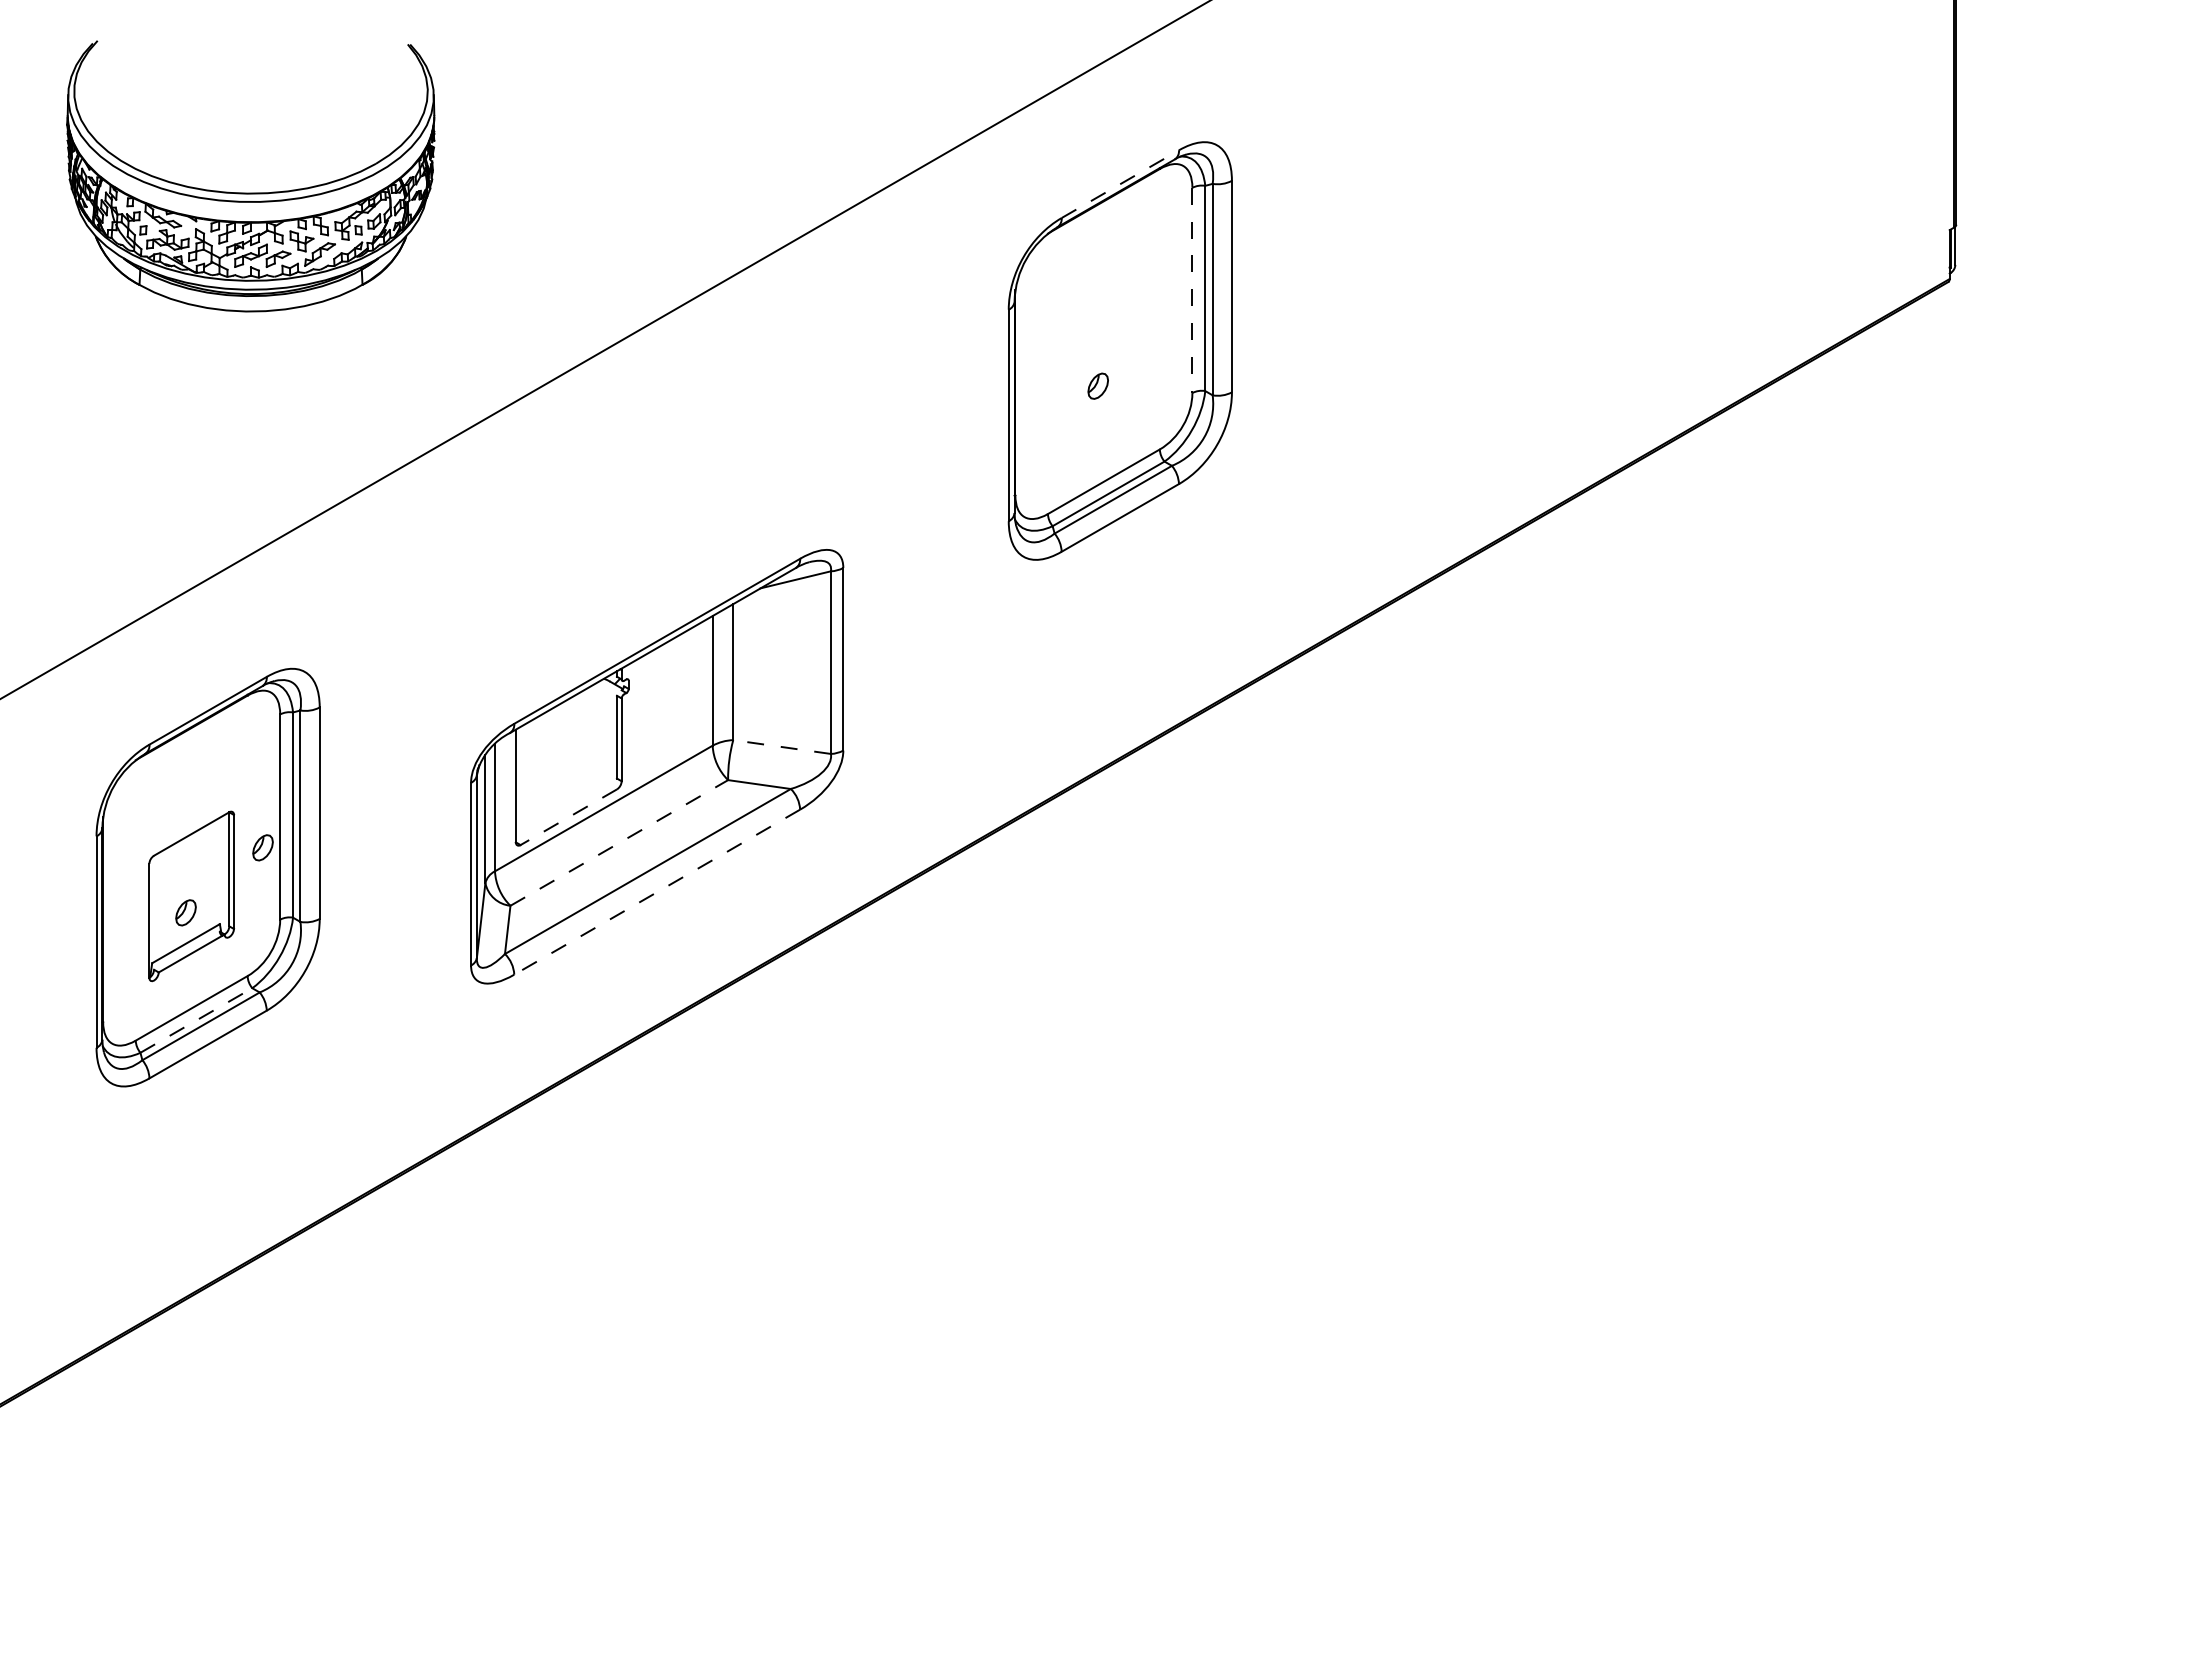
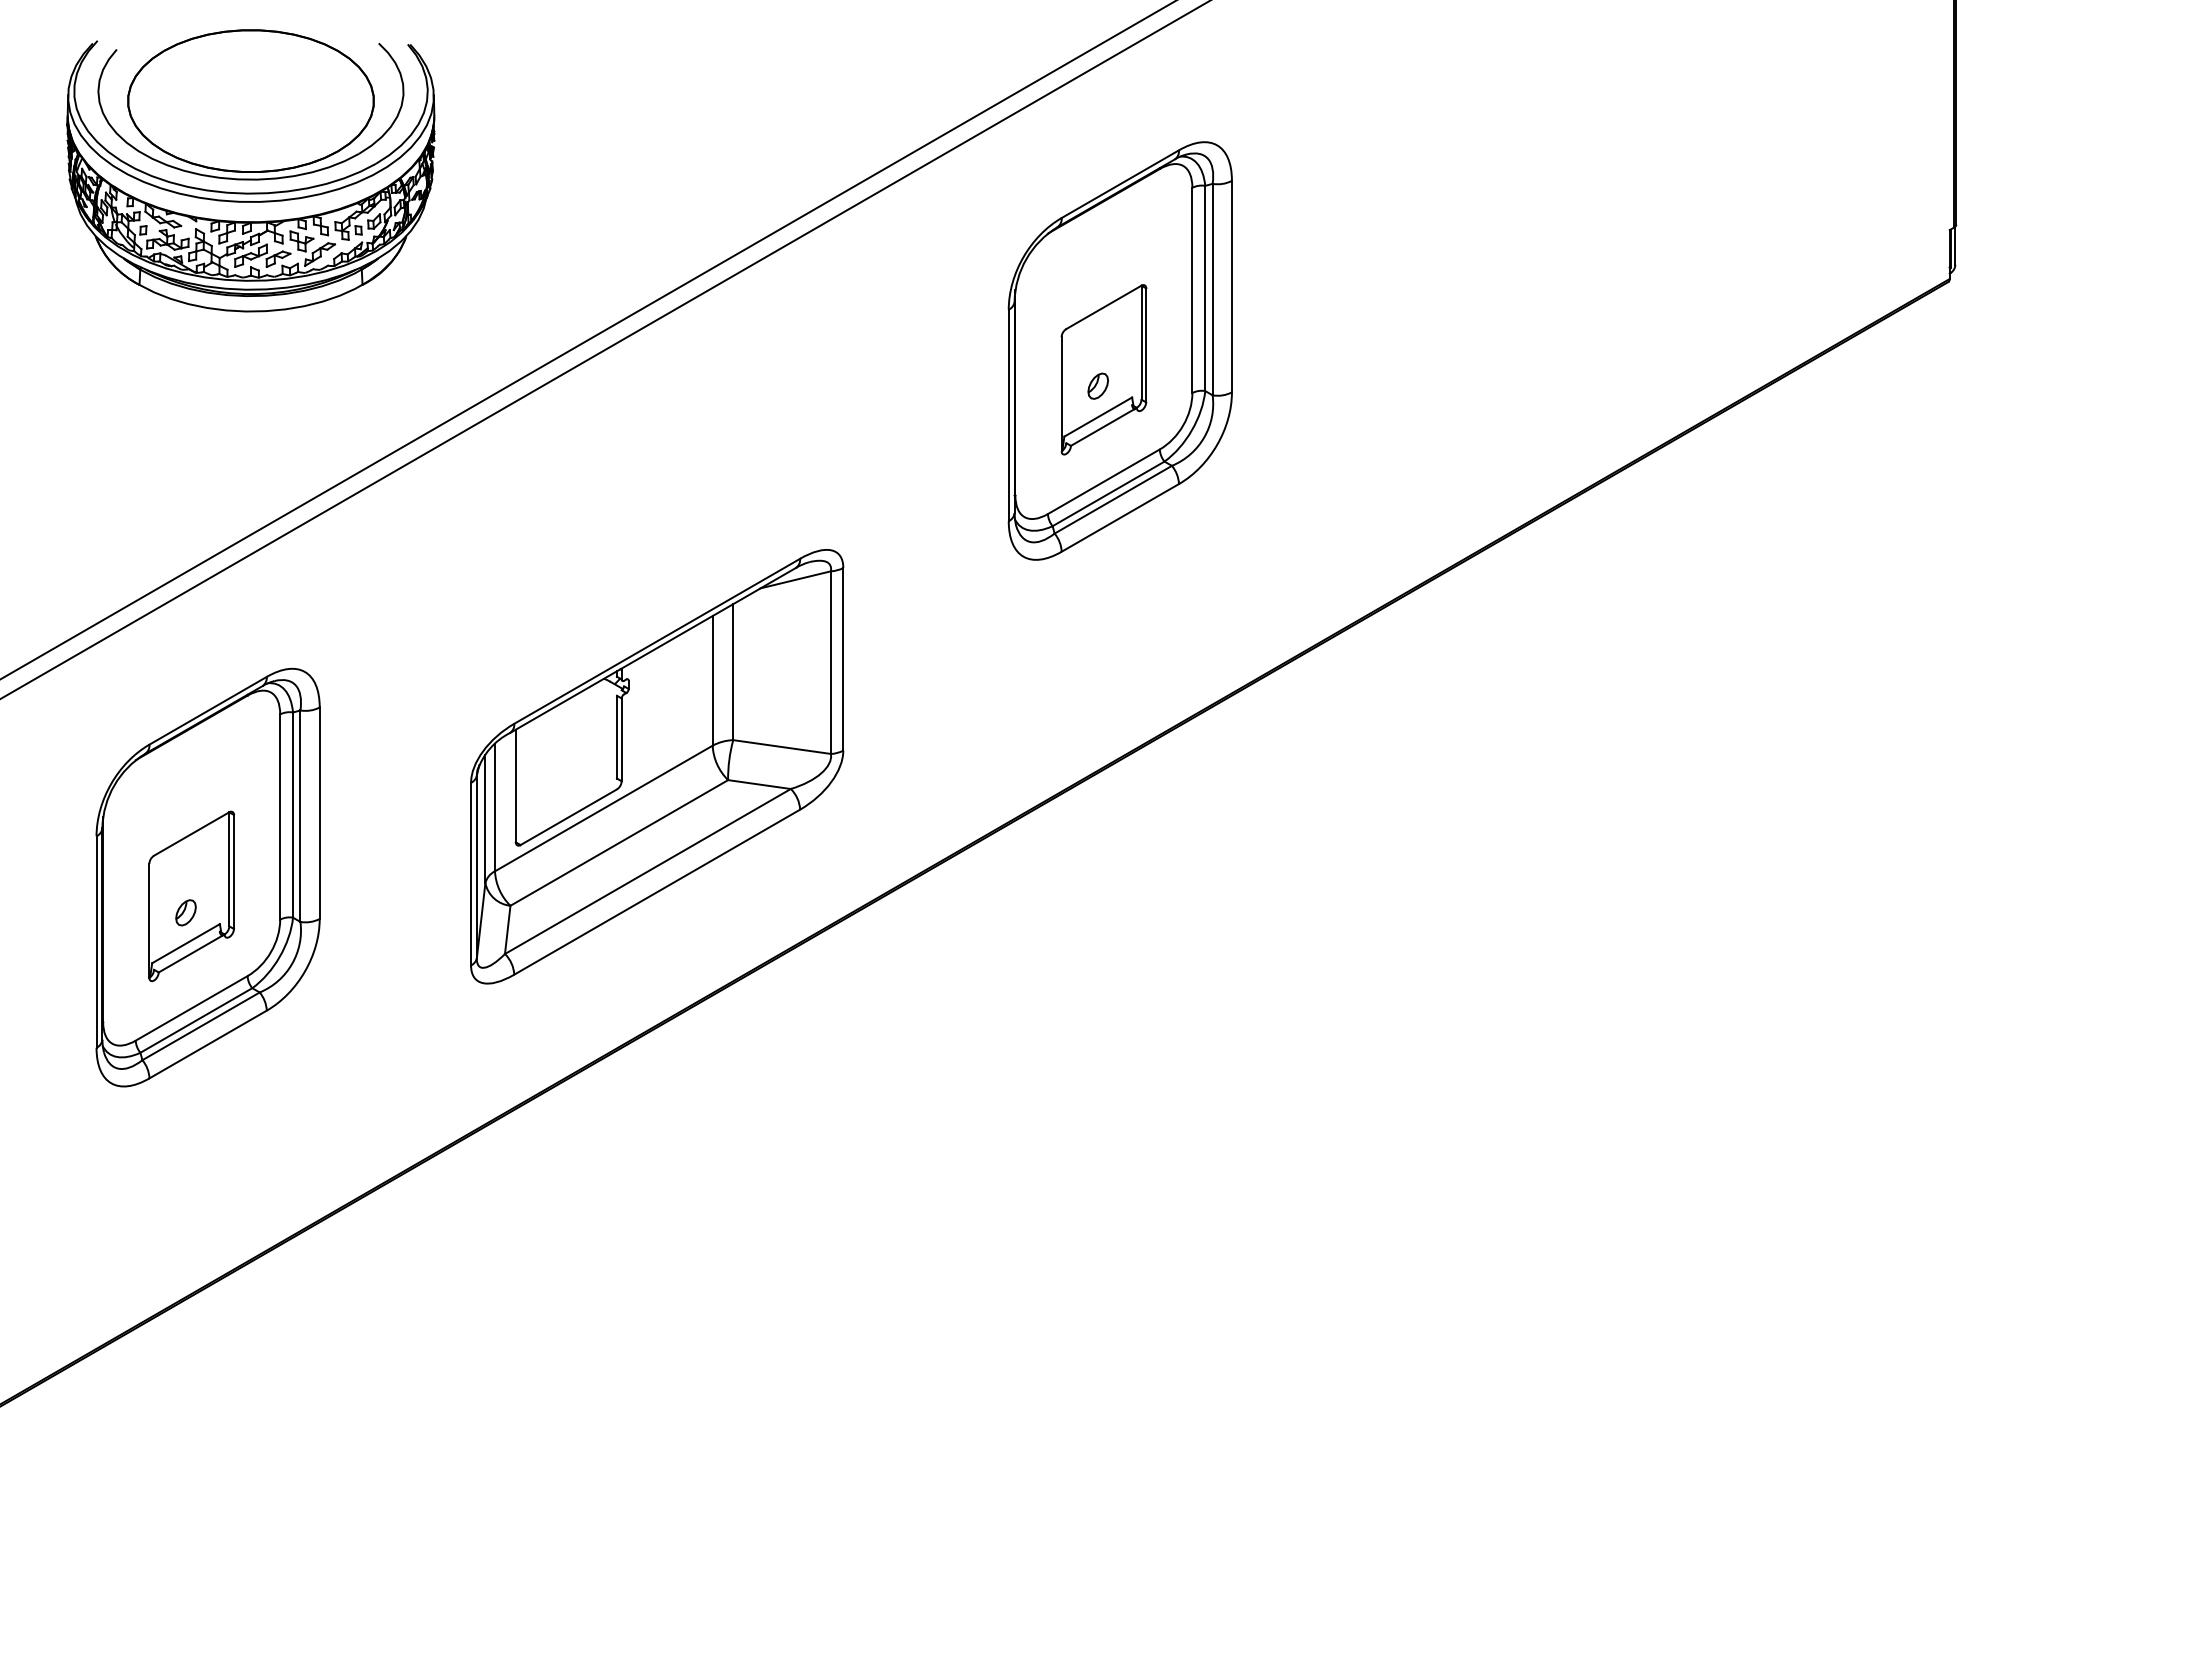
part at (250, 104): none -> present
line at (1120, 184): dashed -> solid
line at (1192, 290): dashed -> solid
line at (587, 340): none -> present
part at (1103, 369): none -> present
line at (781, 746): dashed -> solid
line at (568, 817): dashed -> solid
line at (619, 842): dashed -> solid
part at (262, 847): present -> none
line at (656, 892): dashed -> solid
line at (196, 1020): dashed -> solid
